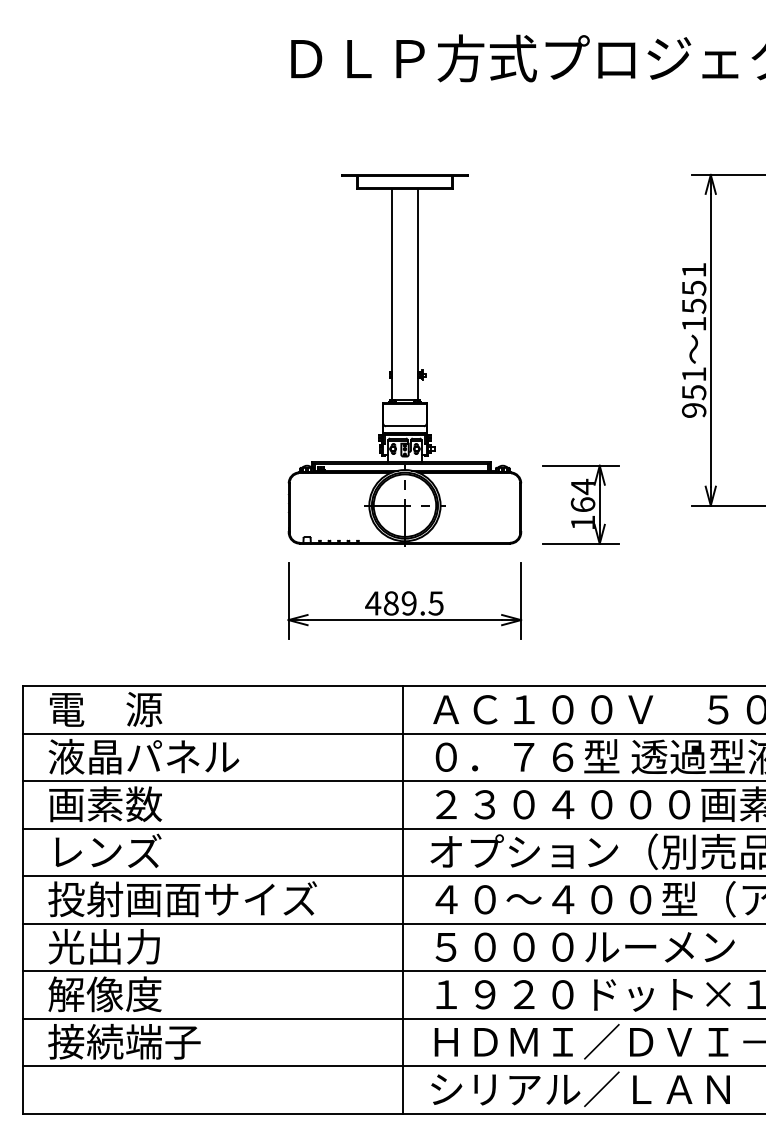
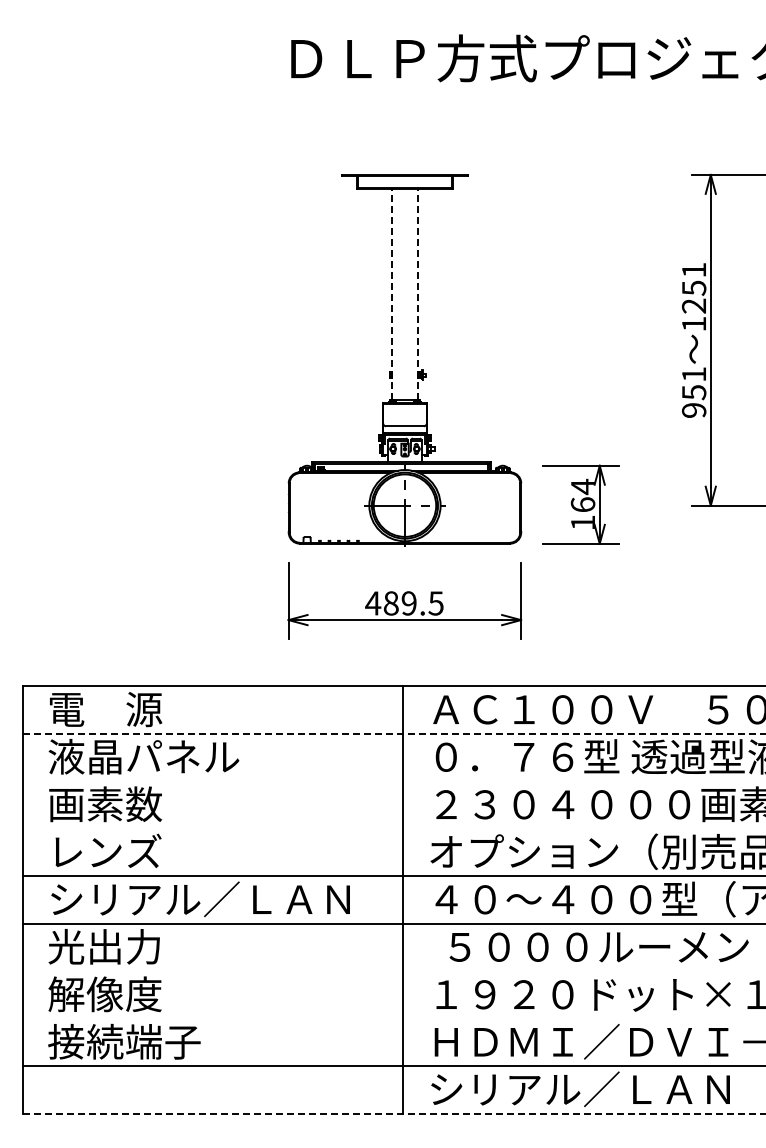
line at (392, 294): solid -> dashed
line at (417, 294): solid -> dashed
text at (694, 305): 1551 -> 1251
line at (395, 733): solid -> dashed
line at (392, 781): present -> none
line at (392, 828): present -> none
text at (198, 899): 投射画面サイズ -> シリアル／ＬＡＮ
text at (584, 947) position: (584, 947) -> (598, 947)
line at (392, 971): present -> none
line at (392, 1018): present -> none
line at (395, 1113): solid -> dashed
